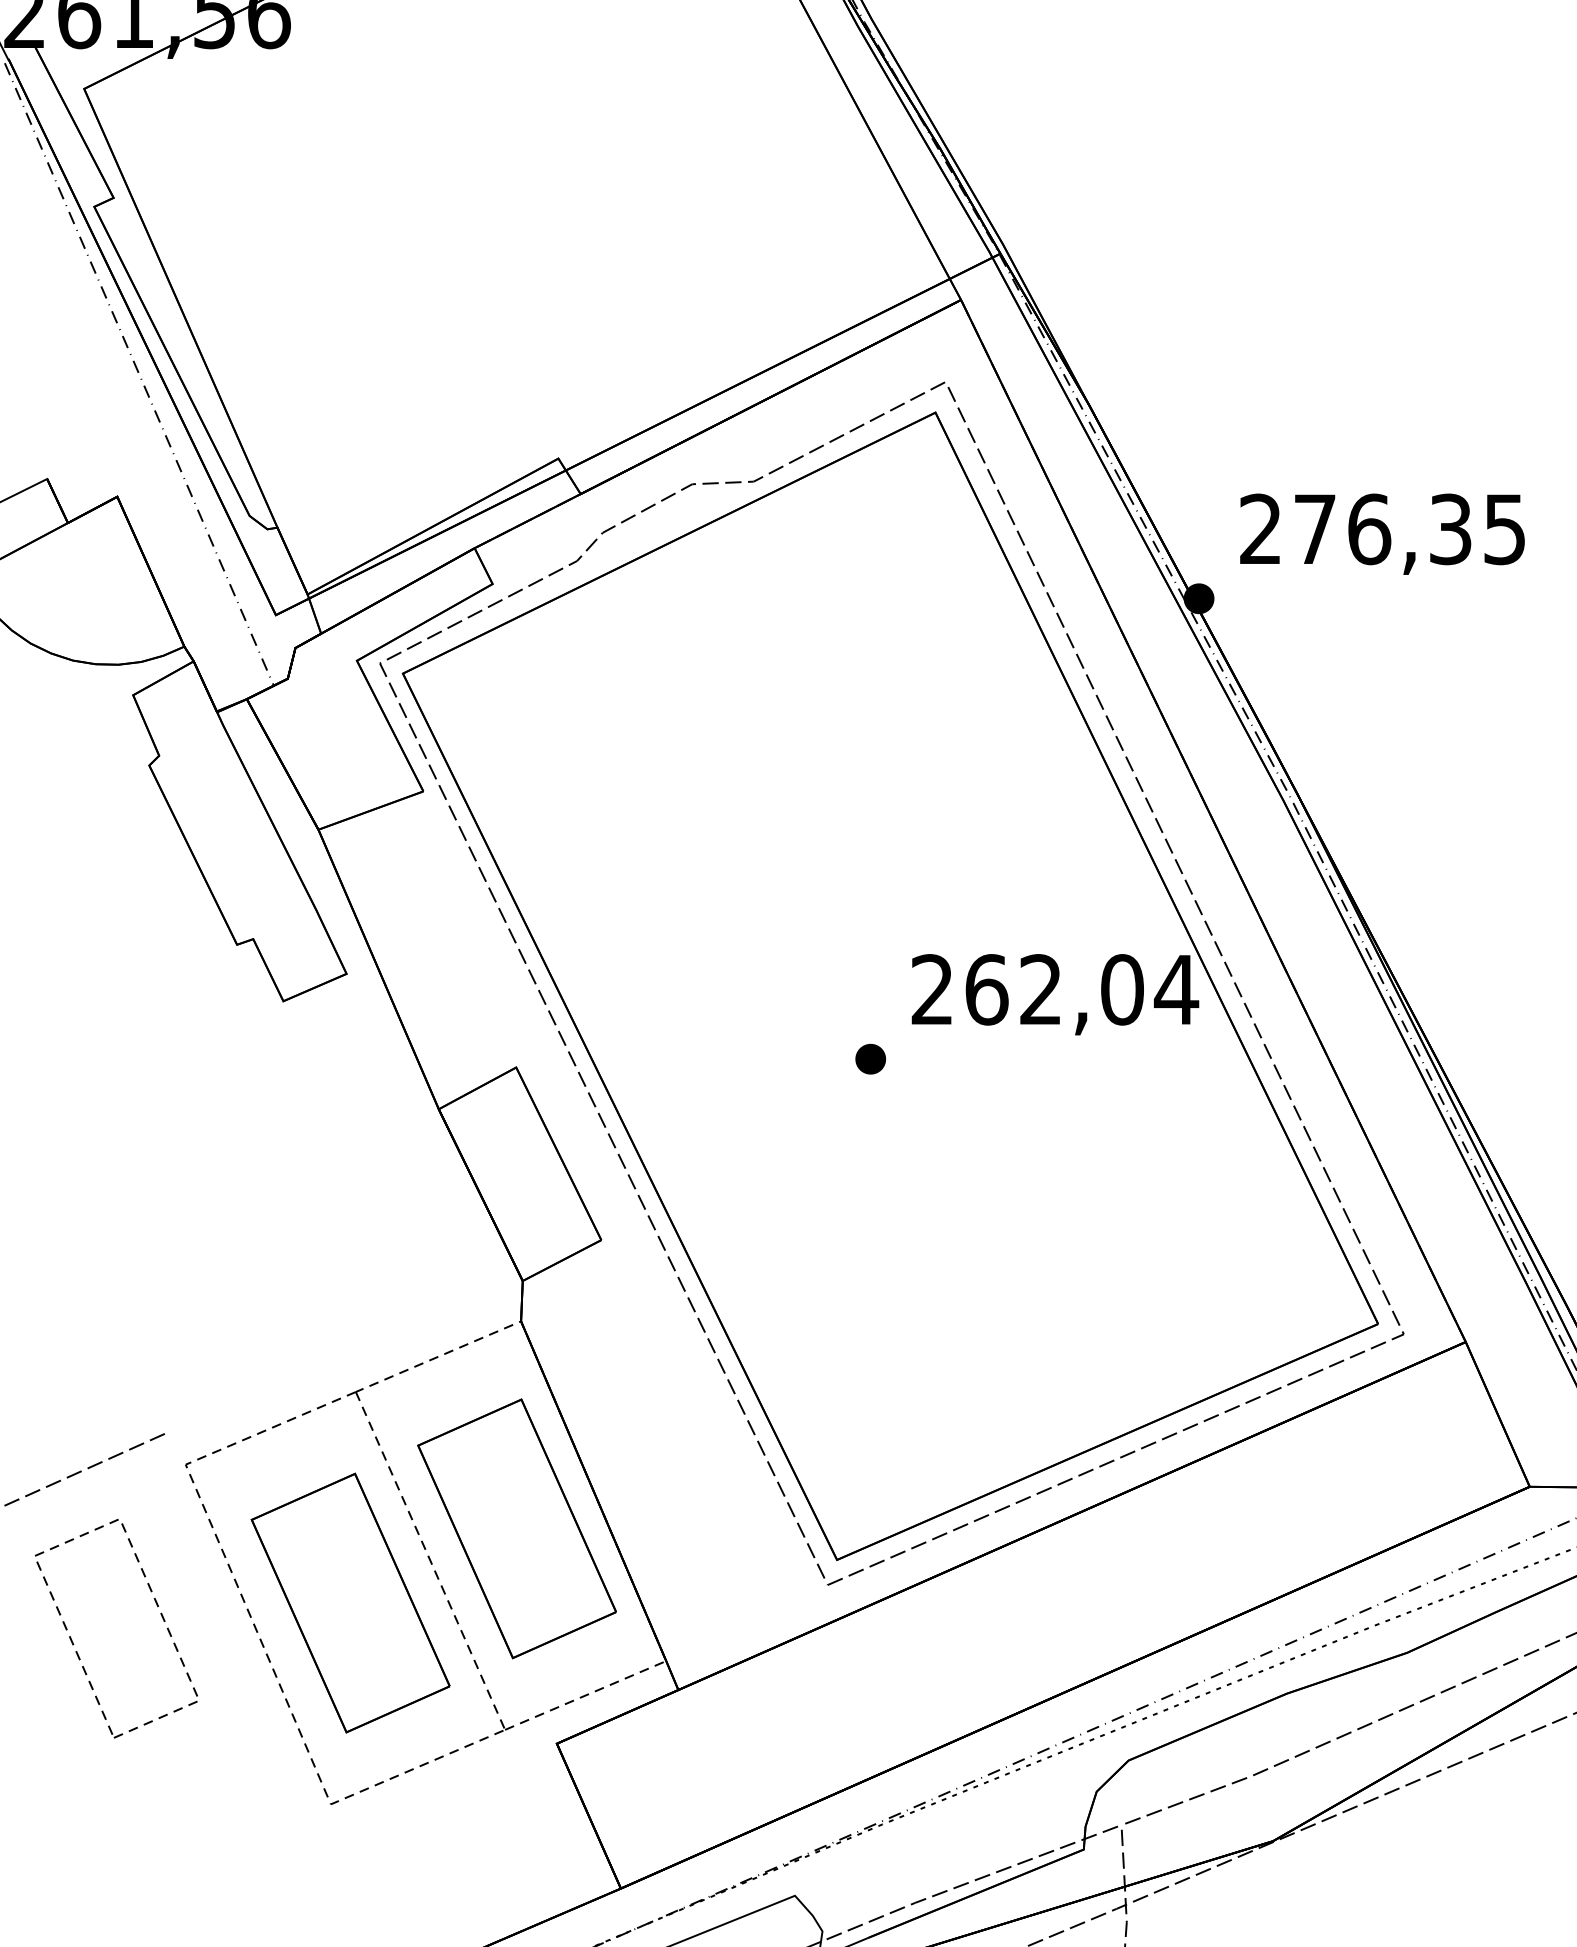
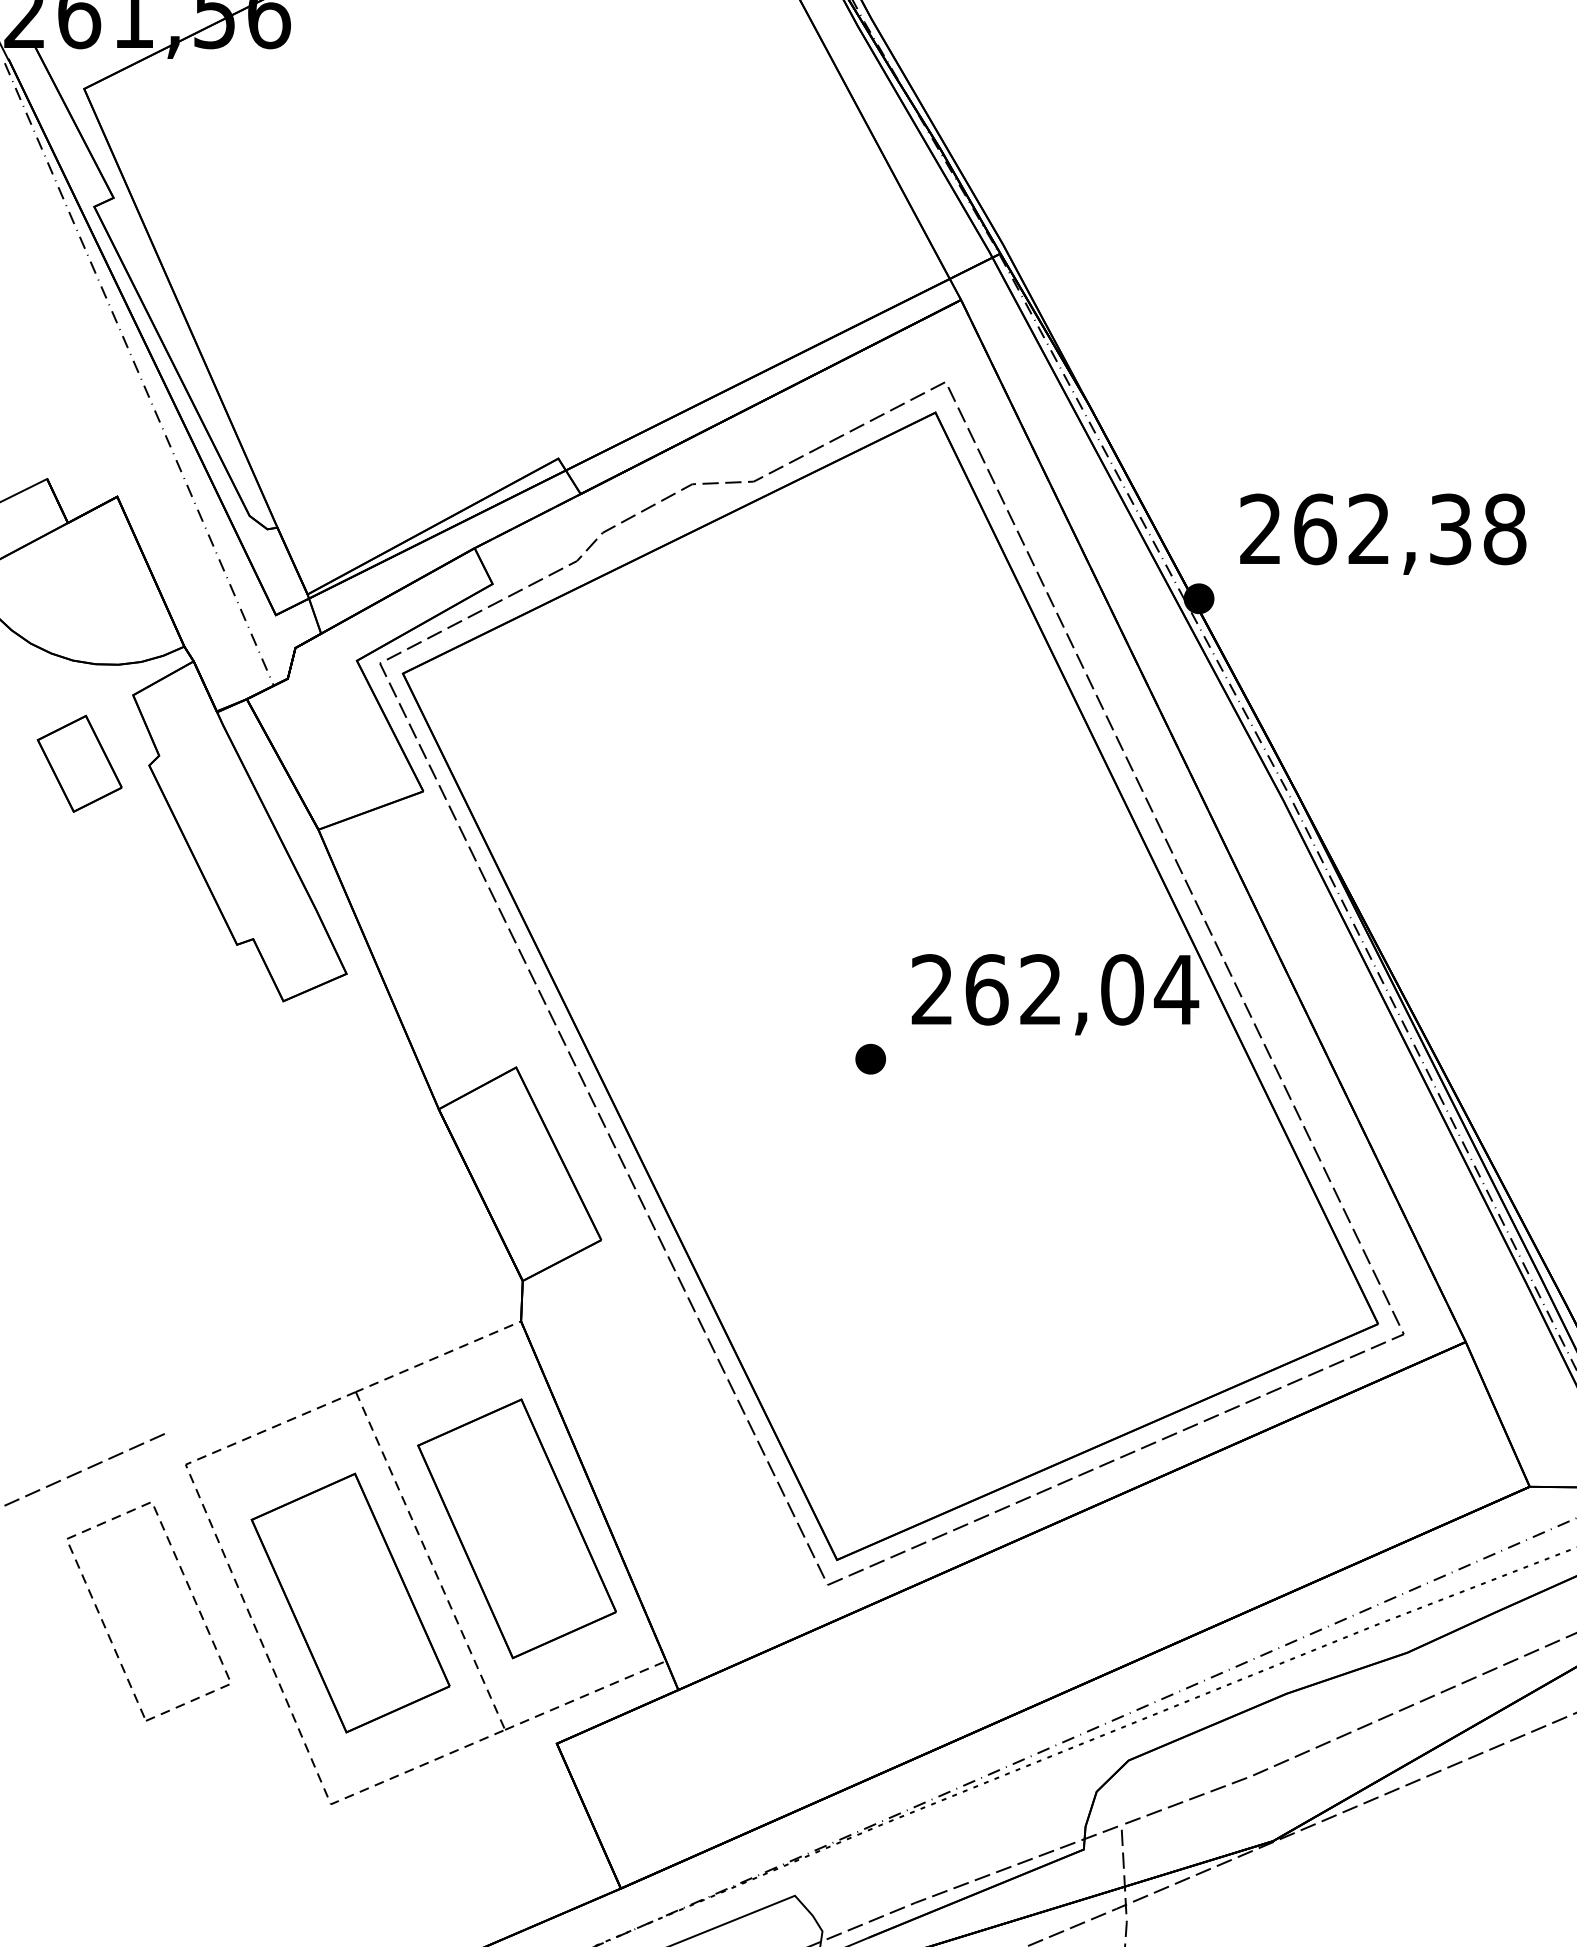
text at (1410, 529): 276,35 -> 262,38
part at (79, 763): none -> present
part at (74, 1644) position: (74, 1644) -> (106, 1627)
